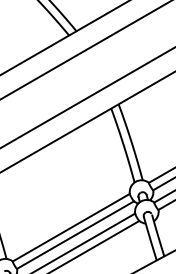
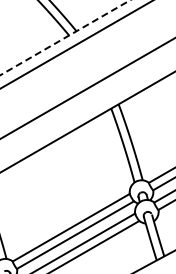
line at (65, 37): solid -> dashed
line at (85, 50) position: (85, 50) -> (75, 44)
line at (87, 97) position: (87, 97) -> (87, 88)
